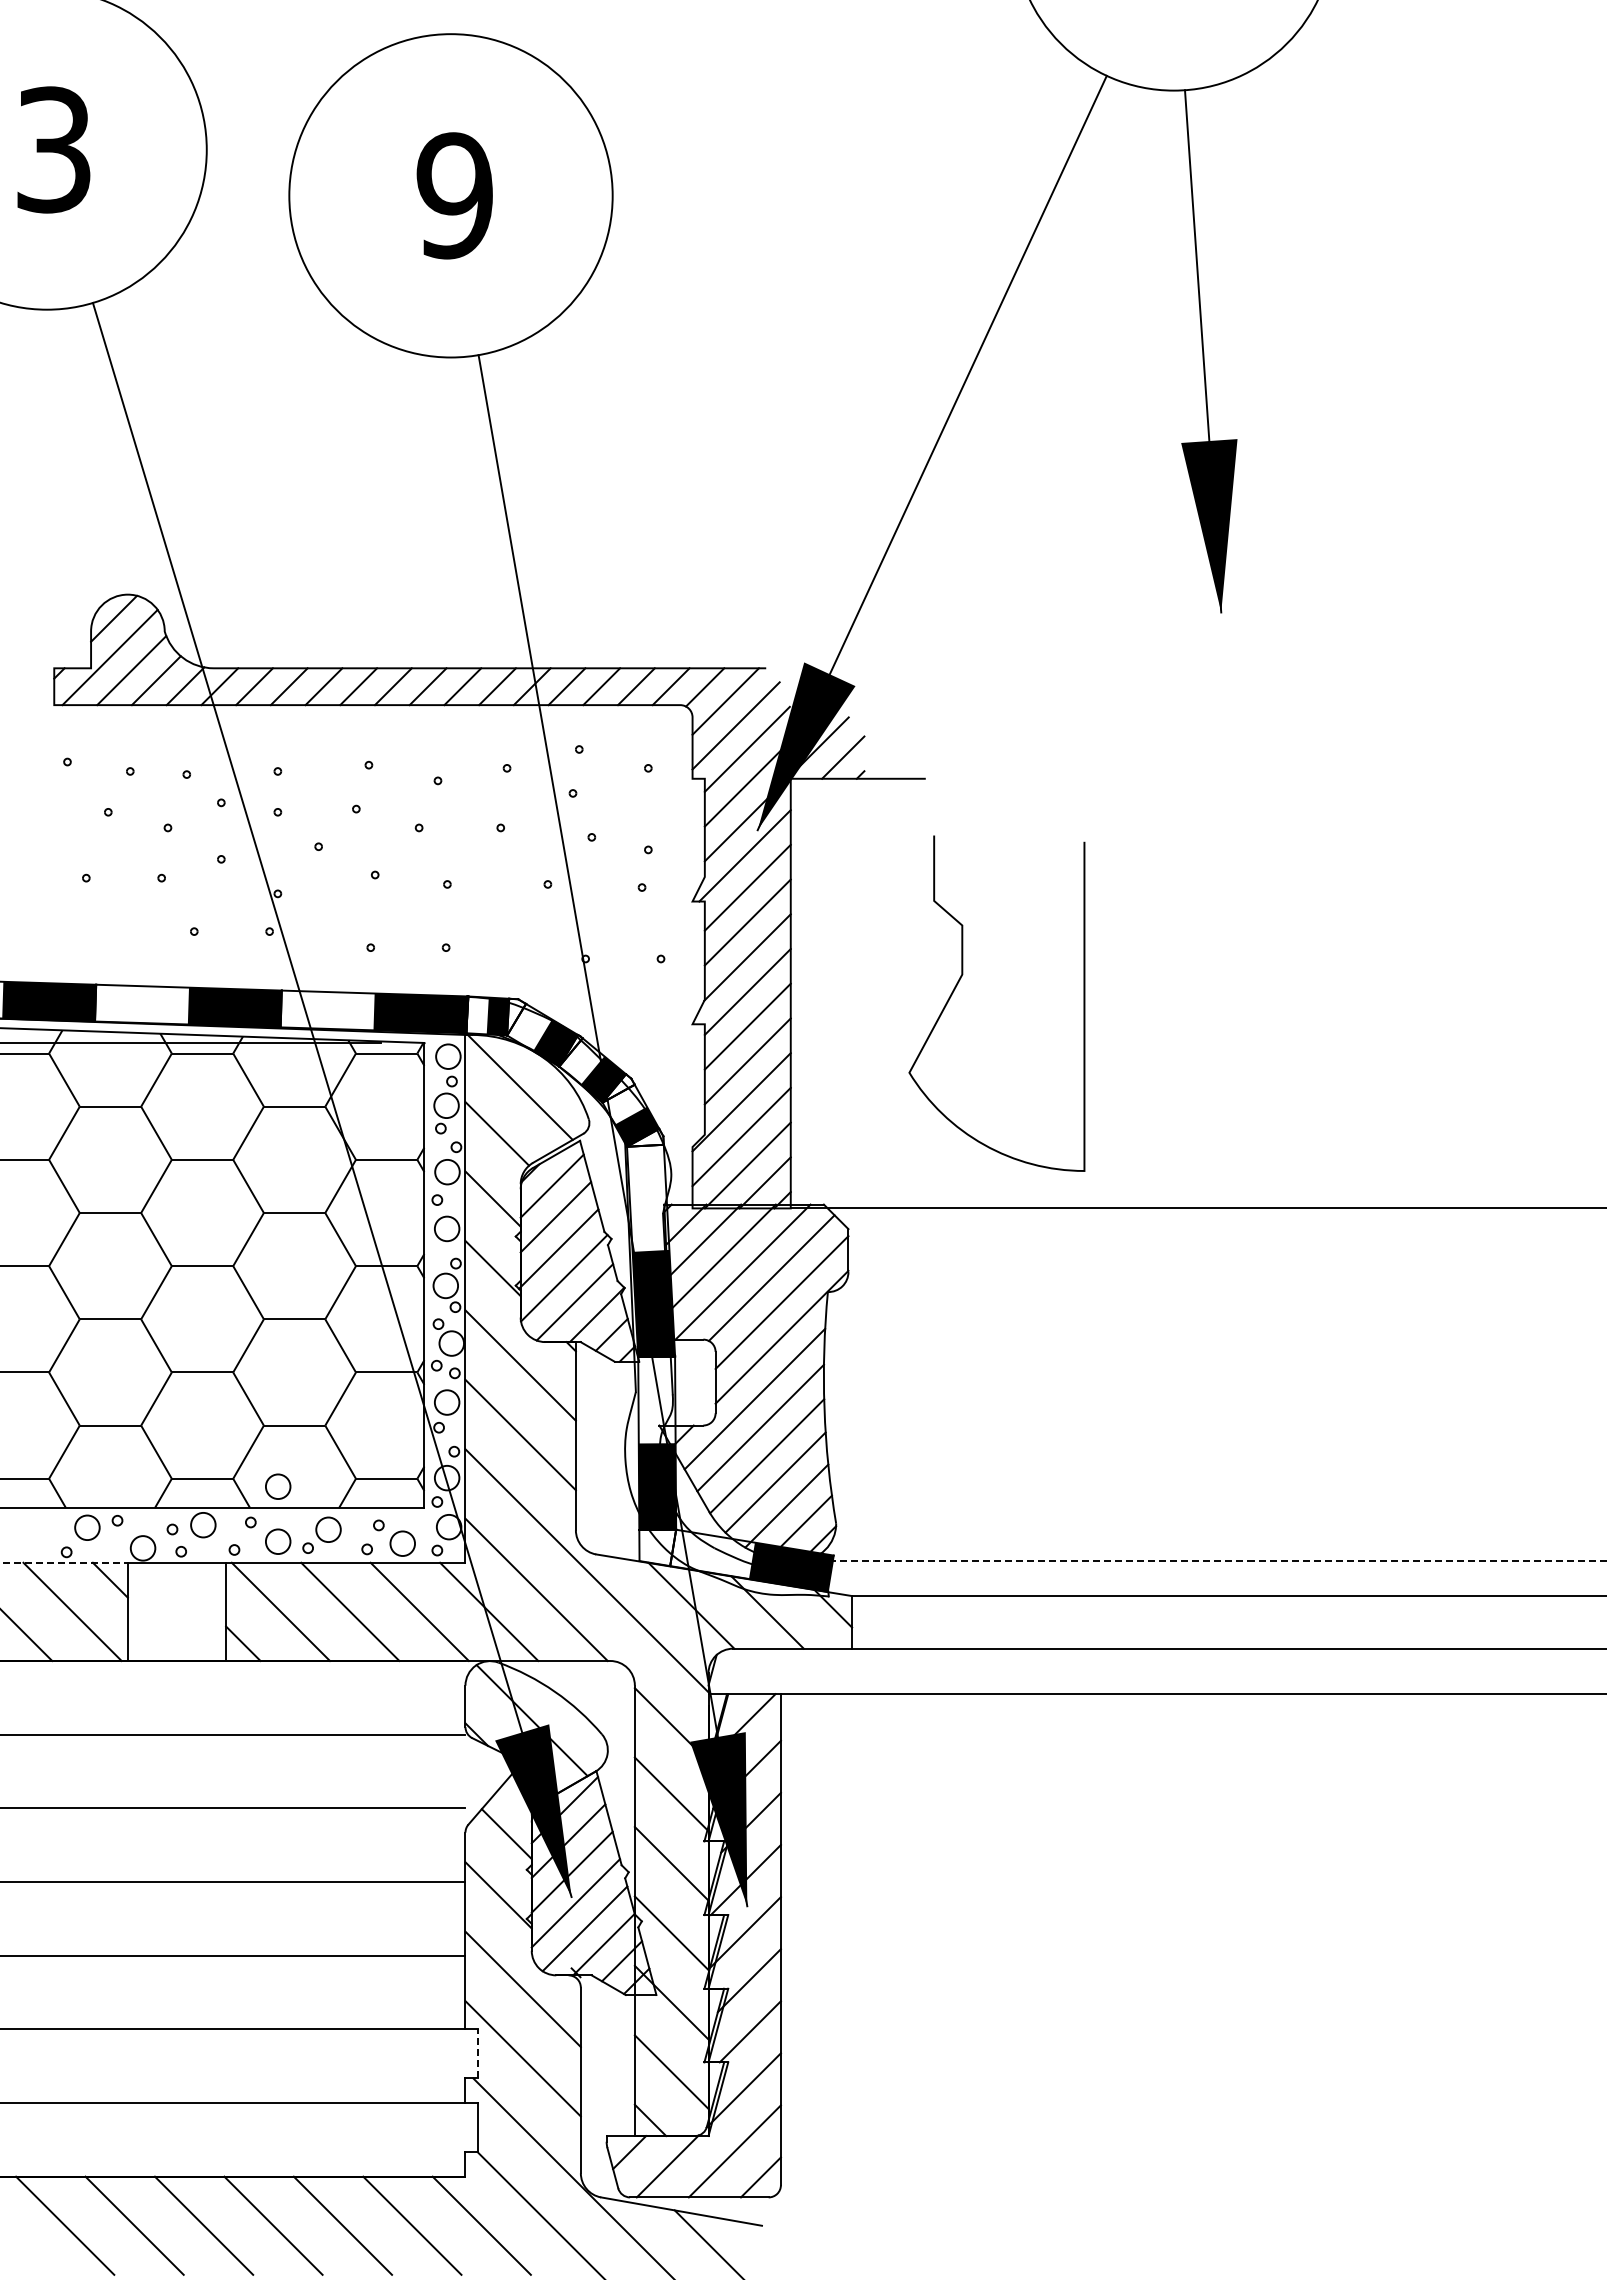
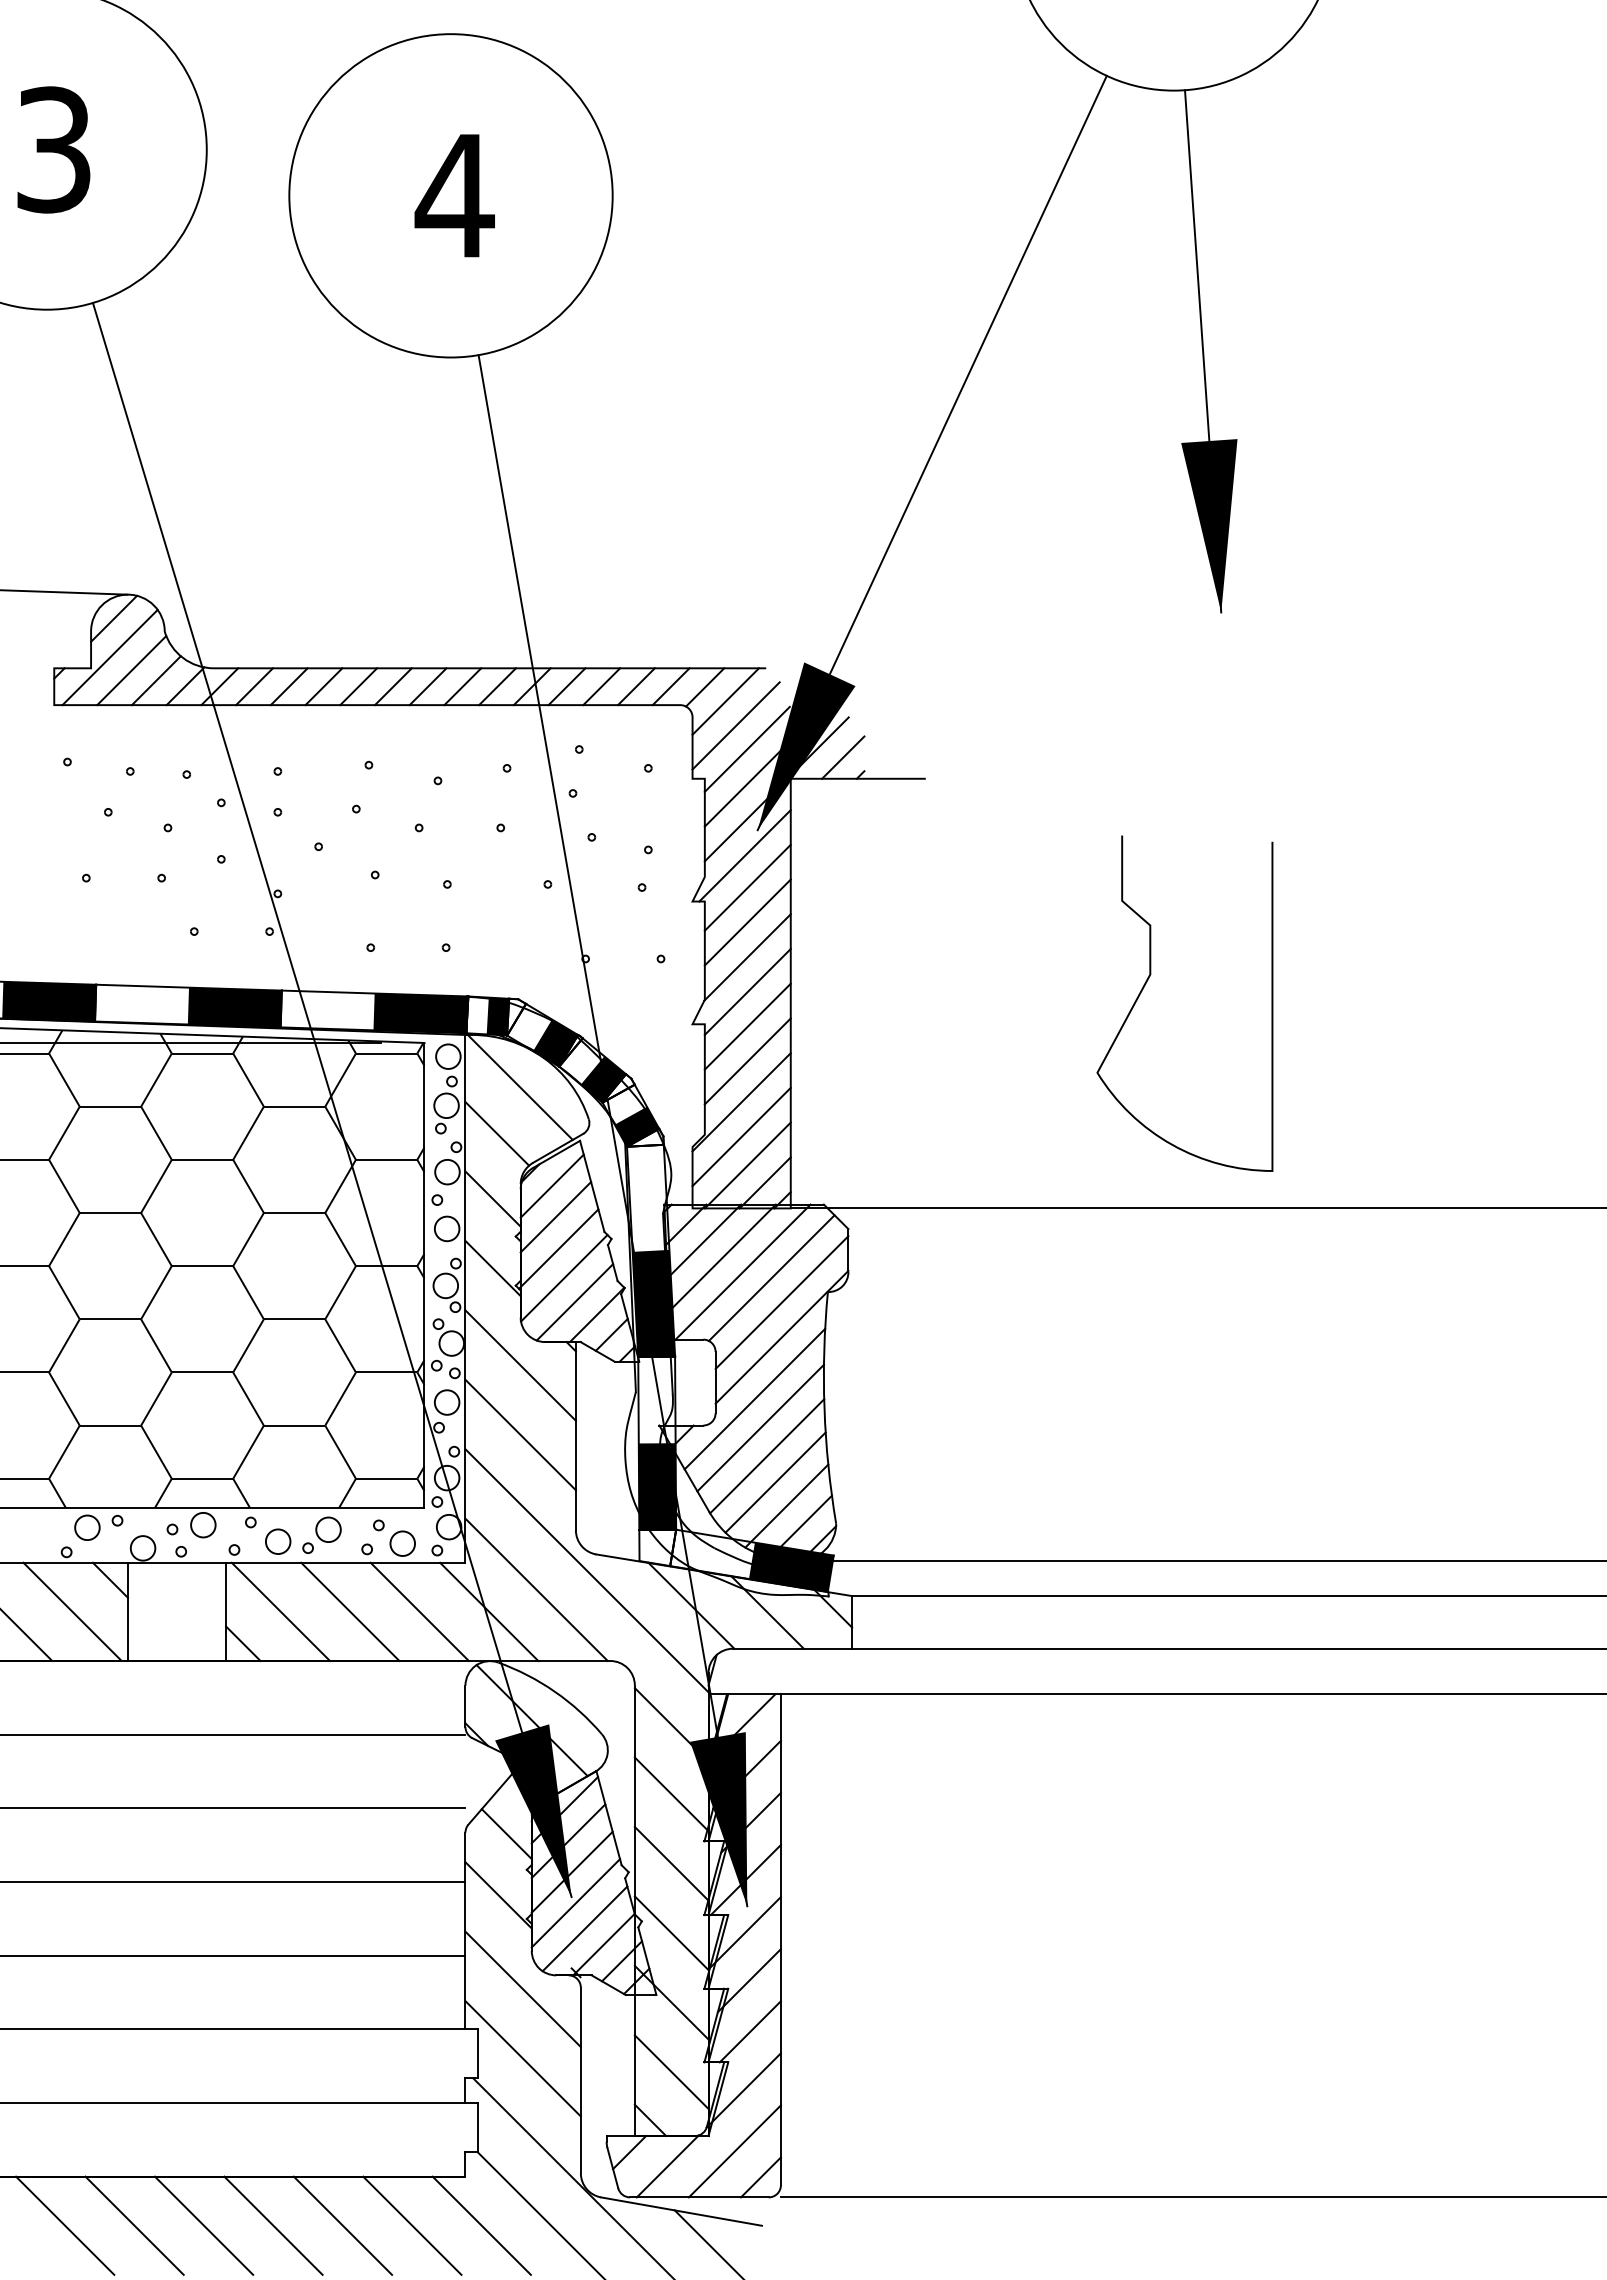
text at (454, 195): 9 -> 4
line at (64, 592): none -> present
part at (959, 982) position: (959, 982) -> (1147, 982)
circle at (278, 1486): present -> none
line at (1200, 1560): dashed -> solid
line at (64, 1562): dashed -> solid
line at (477, 2053): dashed -> solid
line at (1191, 2197): none -> present
